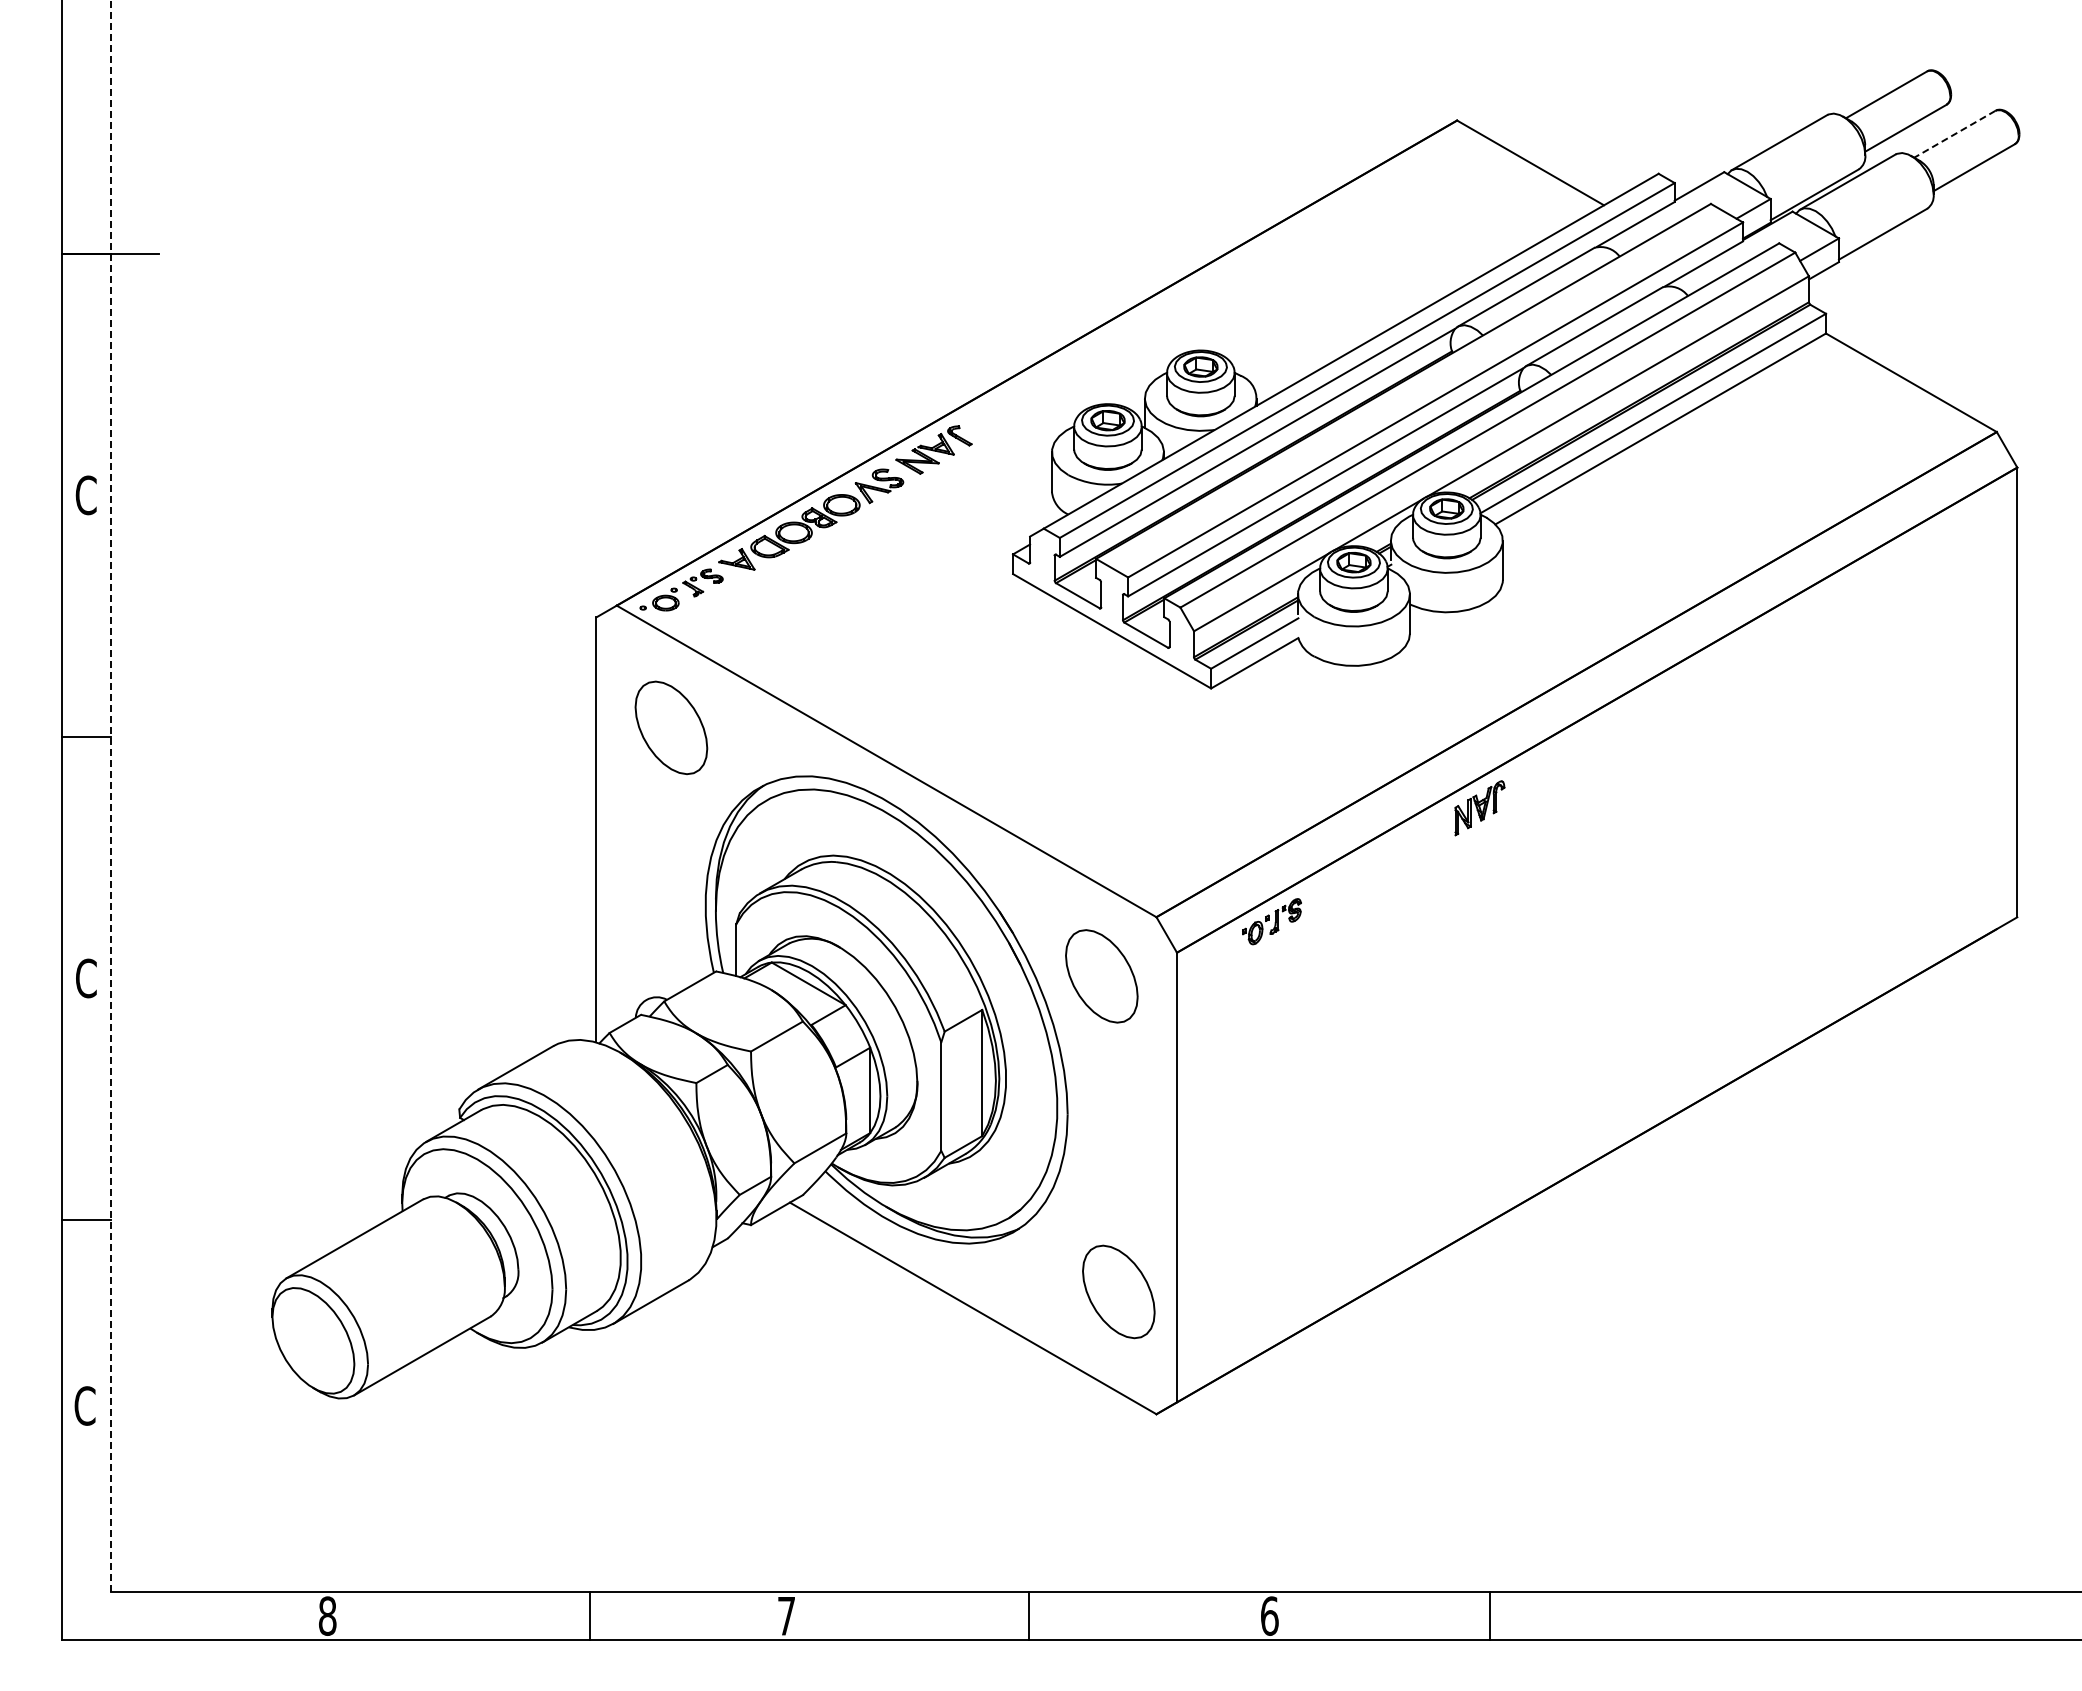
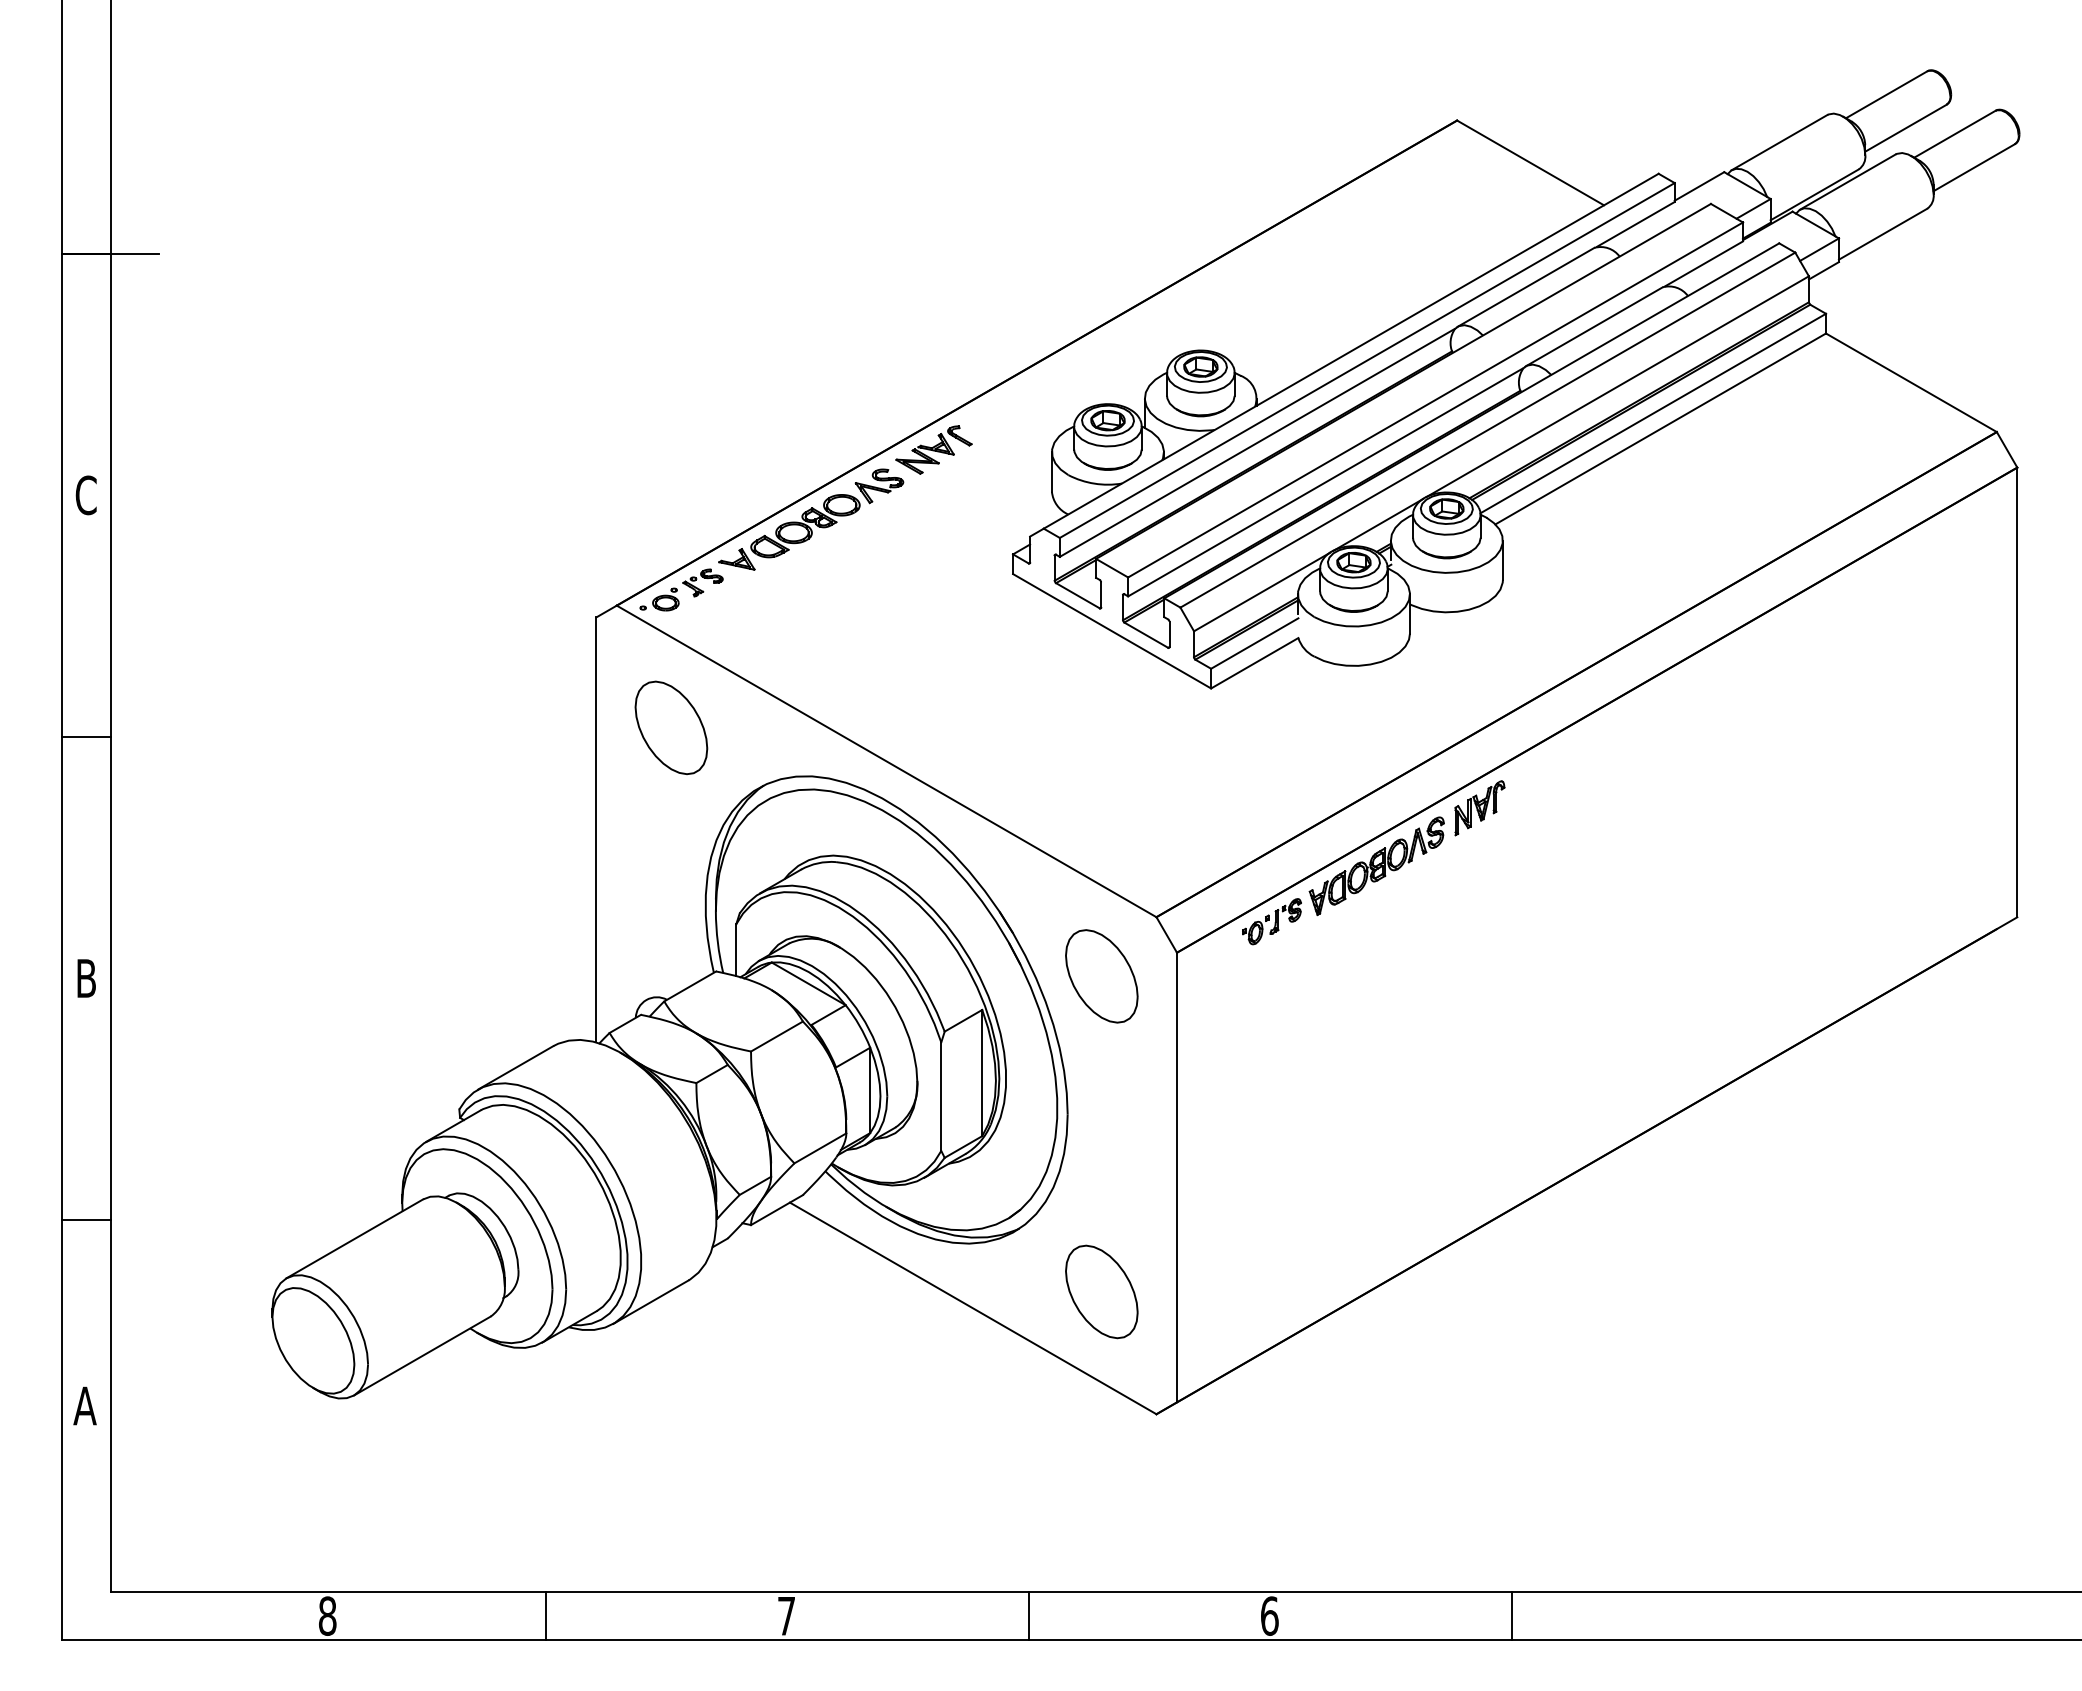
line at (1954, 134): dashed -> solid
line at (110, 796): dashed -> solid
part at (1376, 866): none -> present
text at (86, 978): C -> B
part at (1118, 1291) position: (1118, 1291) -> (1101, 1291)
text at (84, 1405): C -> A
line at (589, 1615) position: (589, 1615) -> (545, 1615)
line at (1489, 1615) position: (1489, 1615) -> (1511, 1615)
